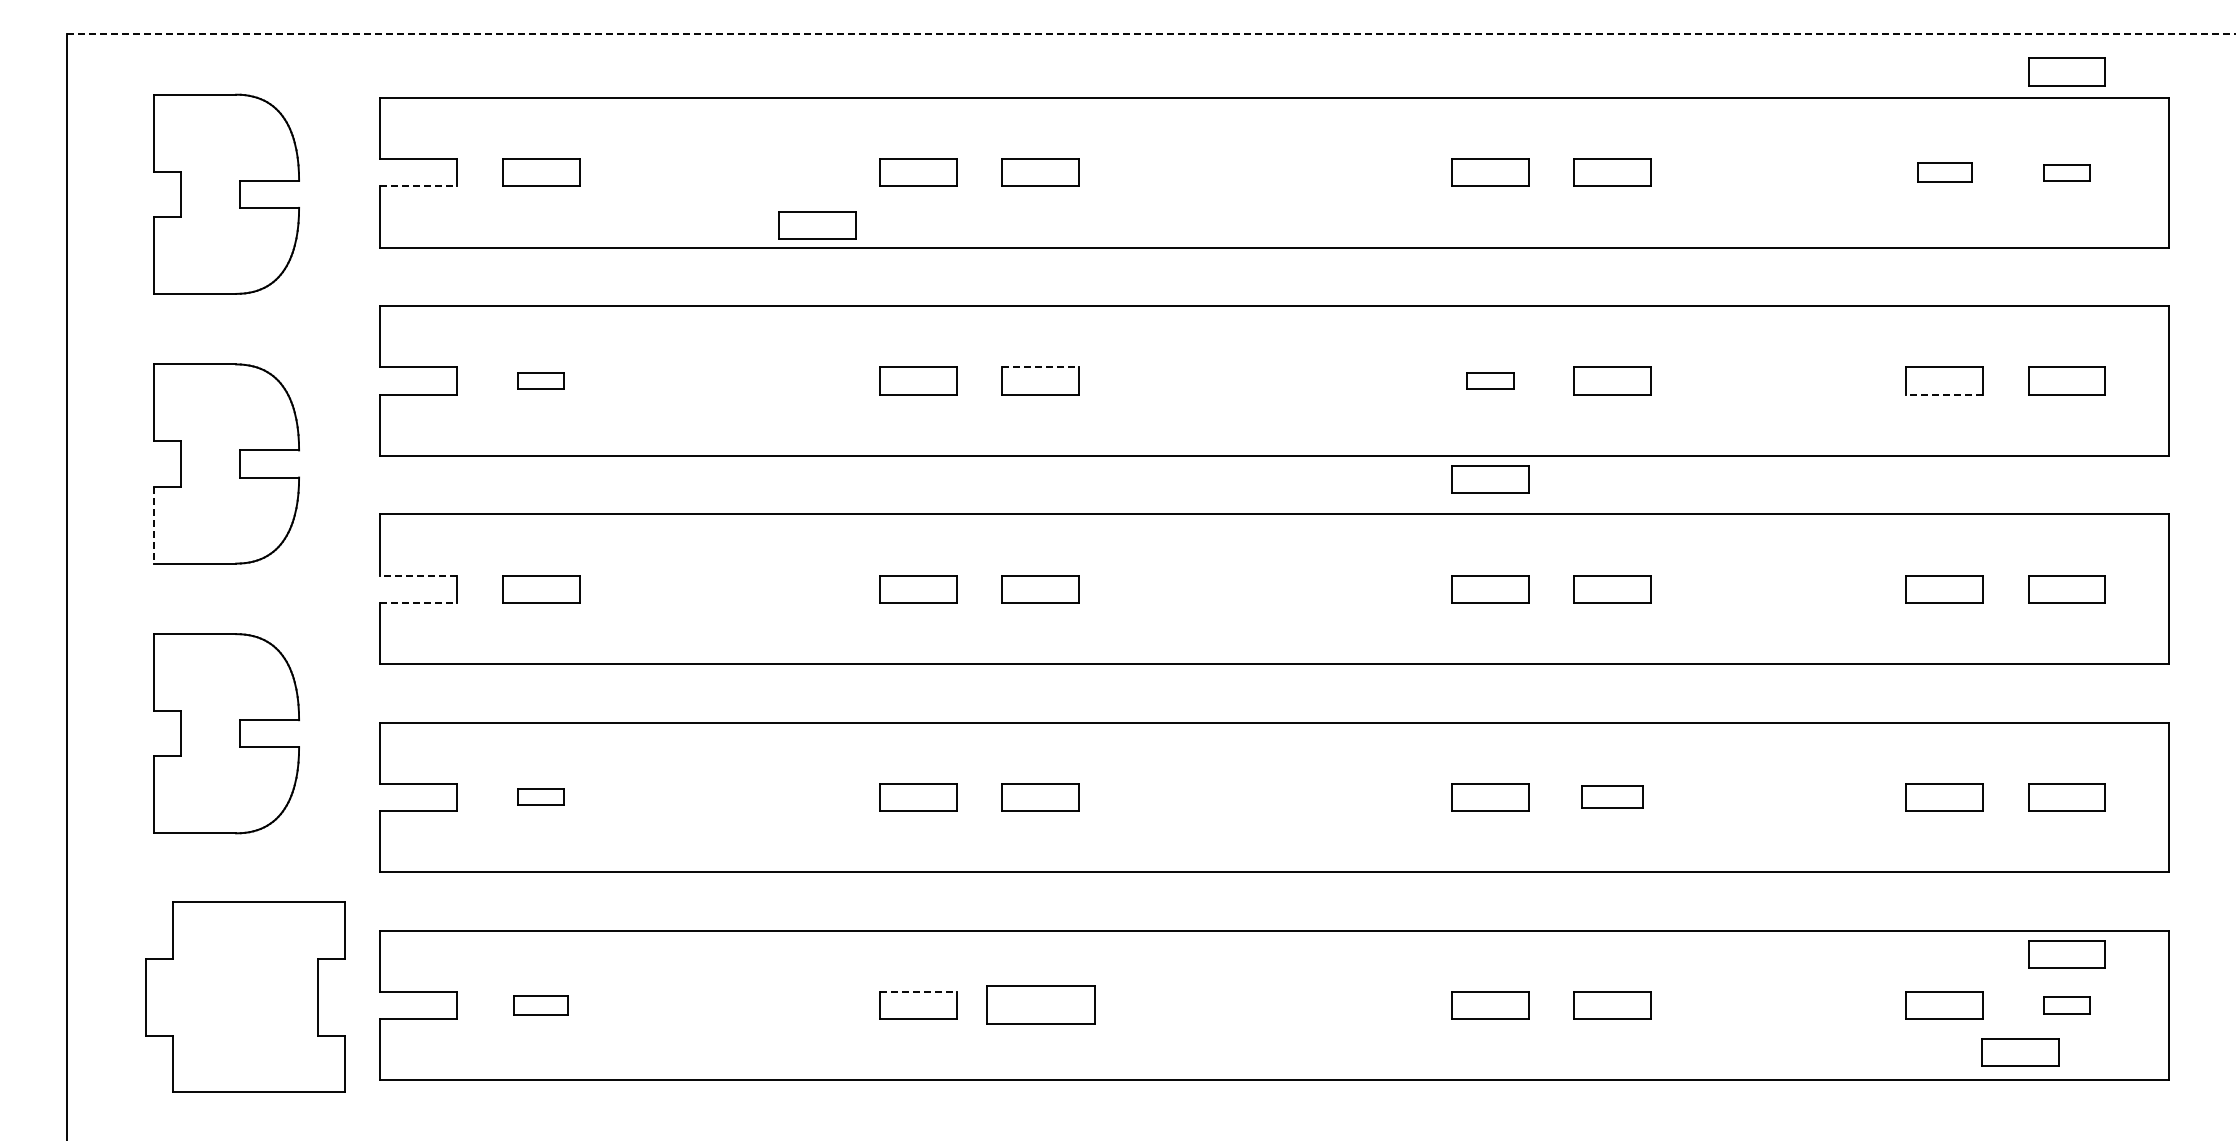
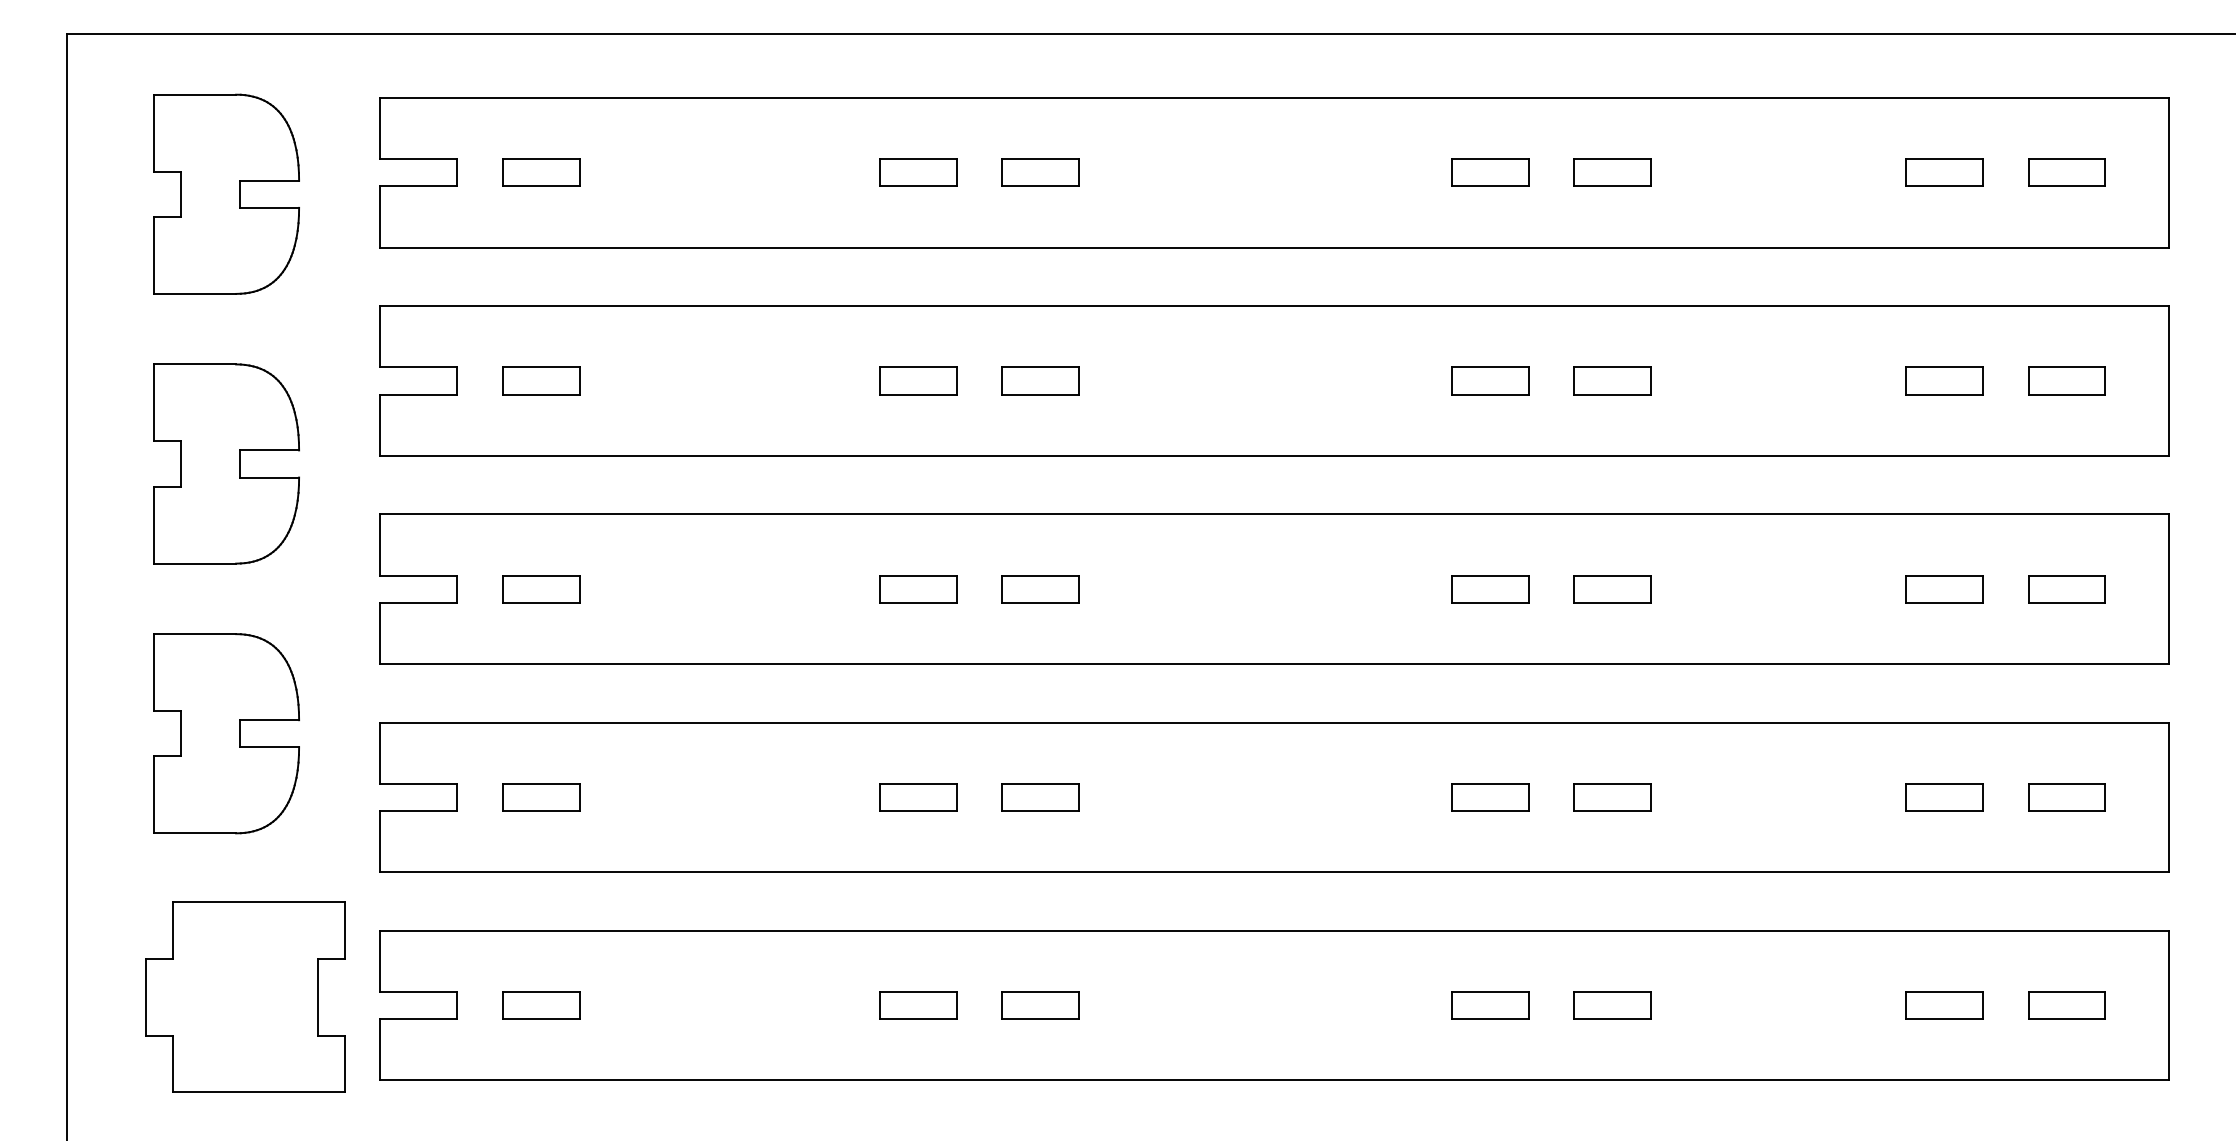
line at (1151, 34): dashed -> solid
part at (2066, 71): present -> none
part at (1944, 172) size: 56x21 px -> 79x29 px
part at (2066, 172) size: 48x18 px -> 78x29 px
line at (419, 186): dashed -> solid
part at (817, 225): present -> none
line at (1041, 367): dashed -> solid
part at (540, 380) size: 48x18 px -> 79x30 px
part at (1490, 380) size: 49x18 px -> 79x30 px
line at (1944, 394): dashed -> solid
part at (1490, 479): present -> none
line at (154, 525): dashed -> solid
line at (418, 575): dashed -> solid
line at (419, 602): dashed -> solid
part at (540, 796) size: 48x18 px -> 79x29 px
part at (1612, 796) size: 63x24 px -> 79x29 px
part at (2066, 954): present -> none
line at (918, 991): dashed -> solid
part at (1040, 1004) size: 110x40 px -> 79x29 px
part at (540, 1005) size: 56x21 px -> 79x29 px
part at (2066, 1005) size: 48x19 px -> 78x29 px
part at (2020, 1052): present -> none
